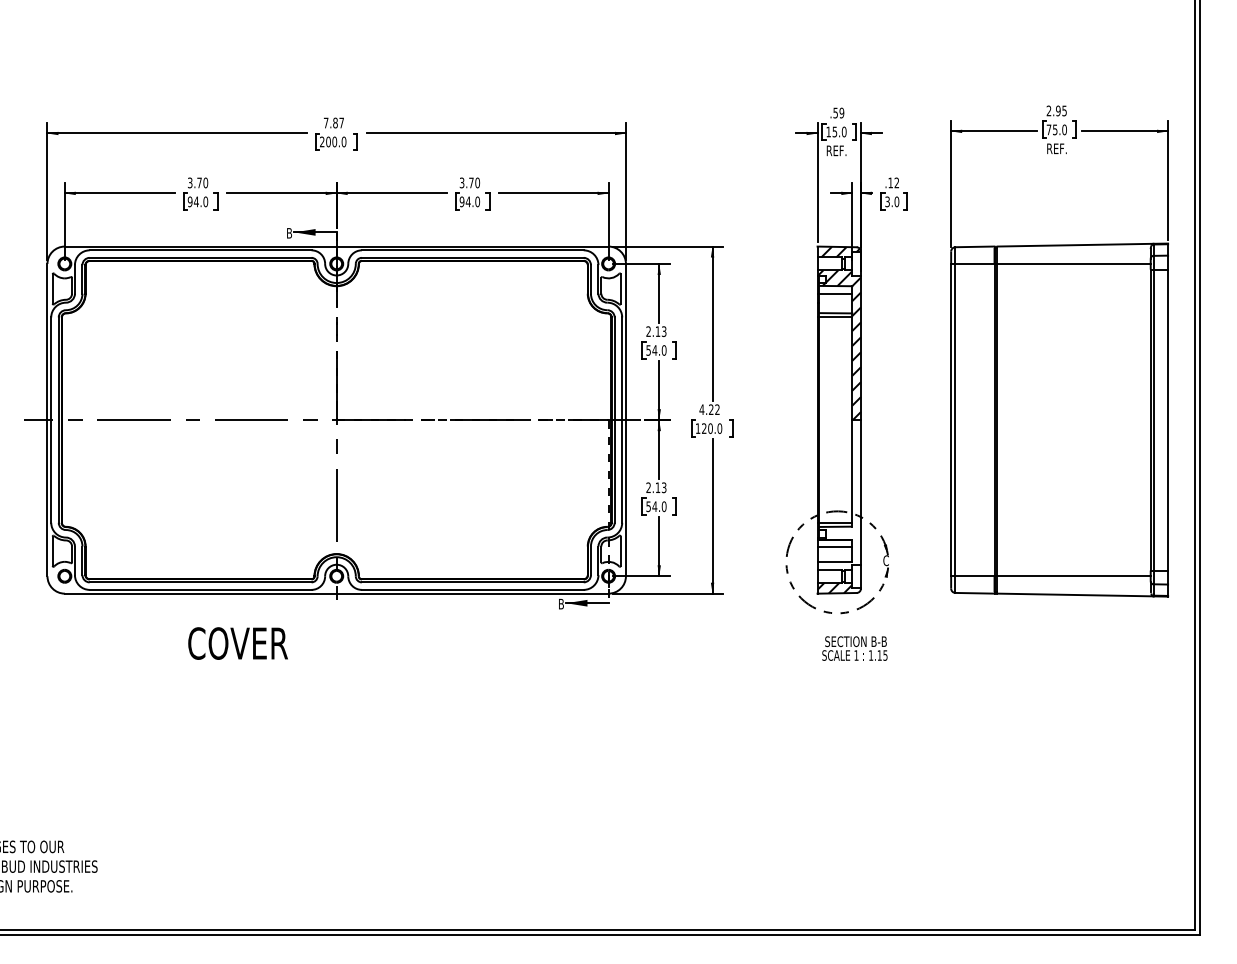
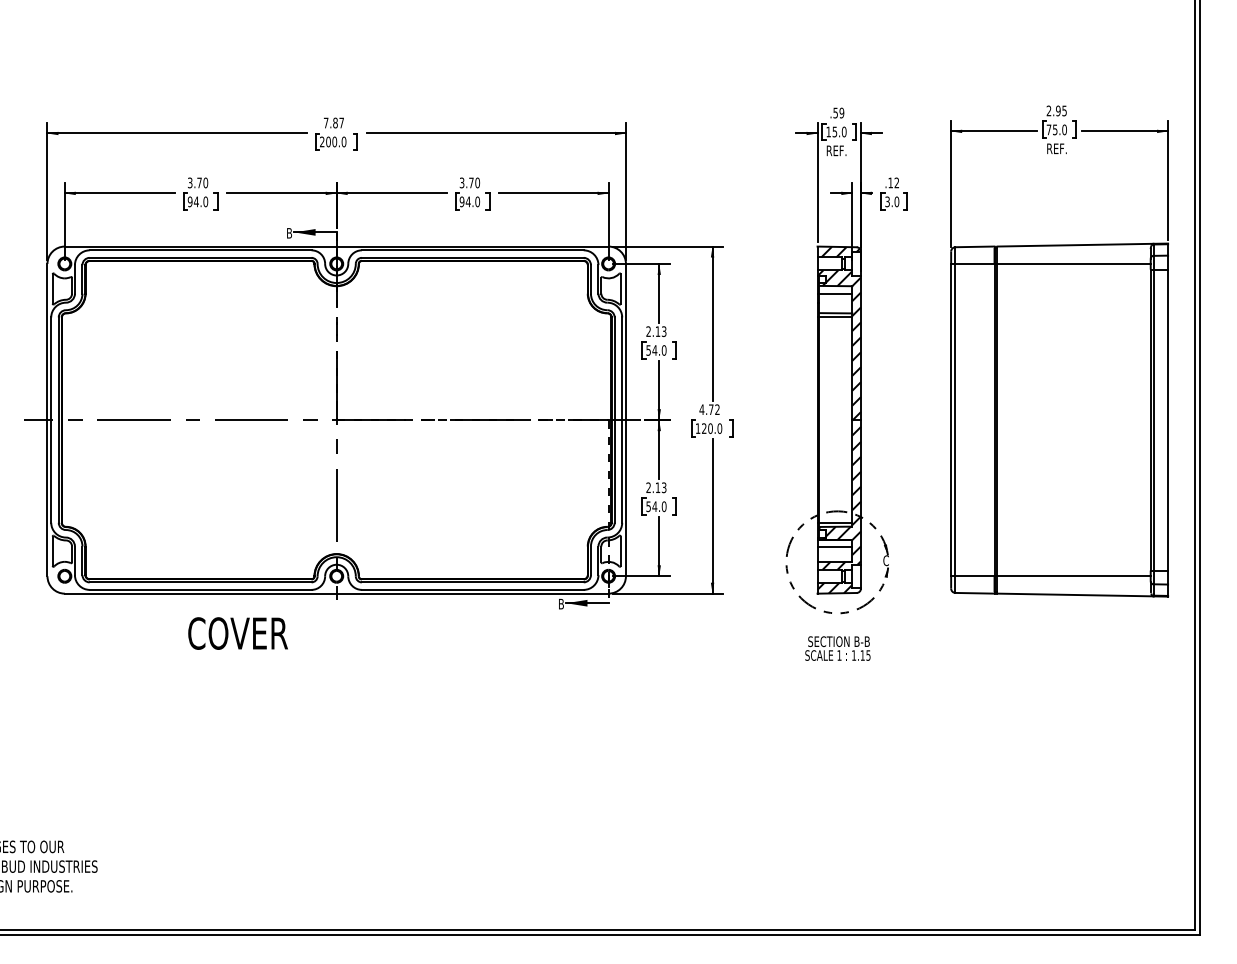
text at (711, 409): 4.22 -> 4.72
hatch at (839, 494): none -> present
text at (237, 643) position: (237, 643) -> (237, 633)
text at (854, 648) position: (854, 648) -> (837, 648)
